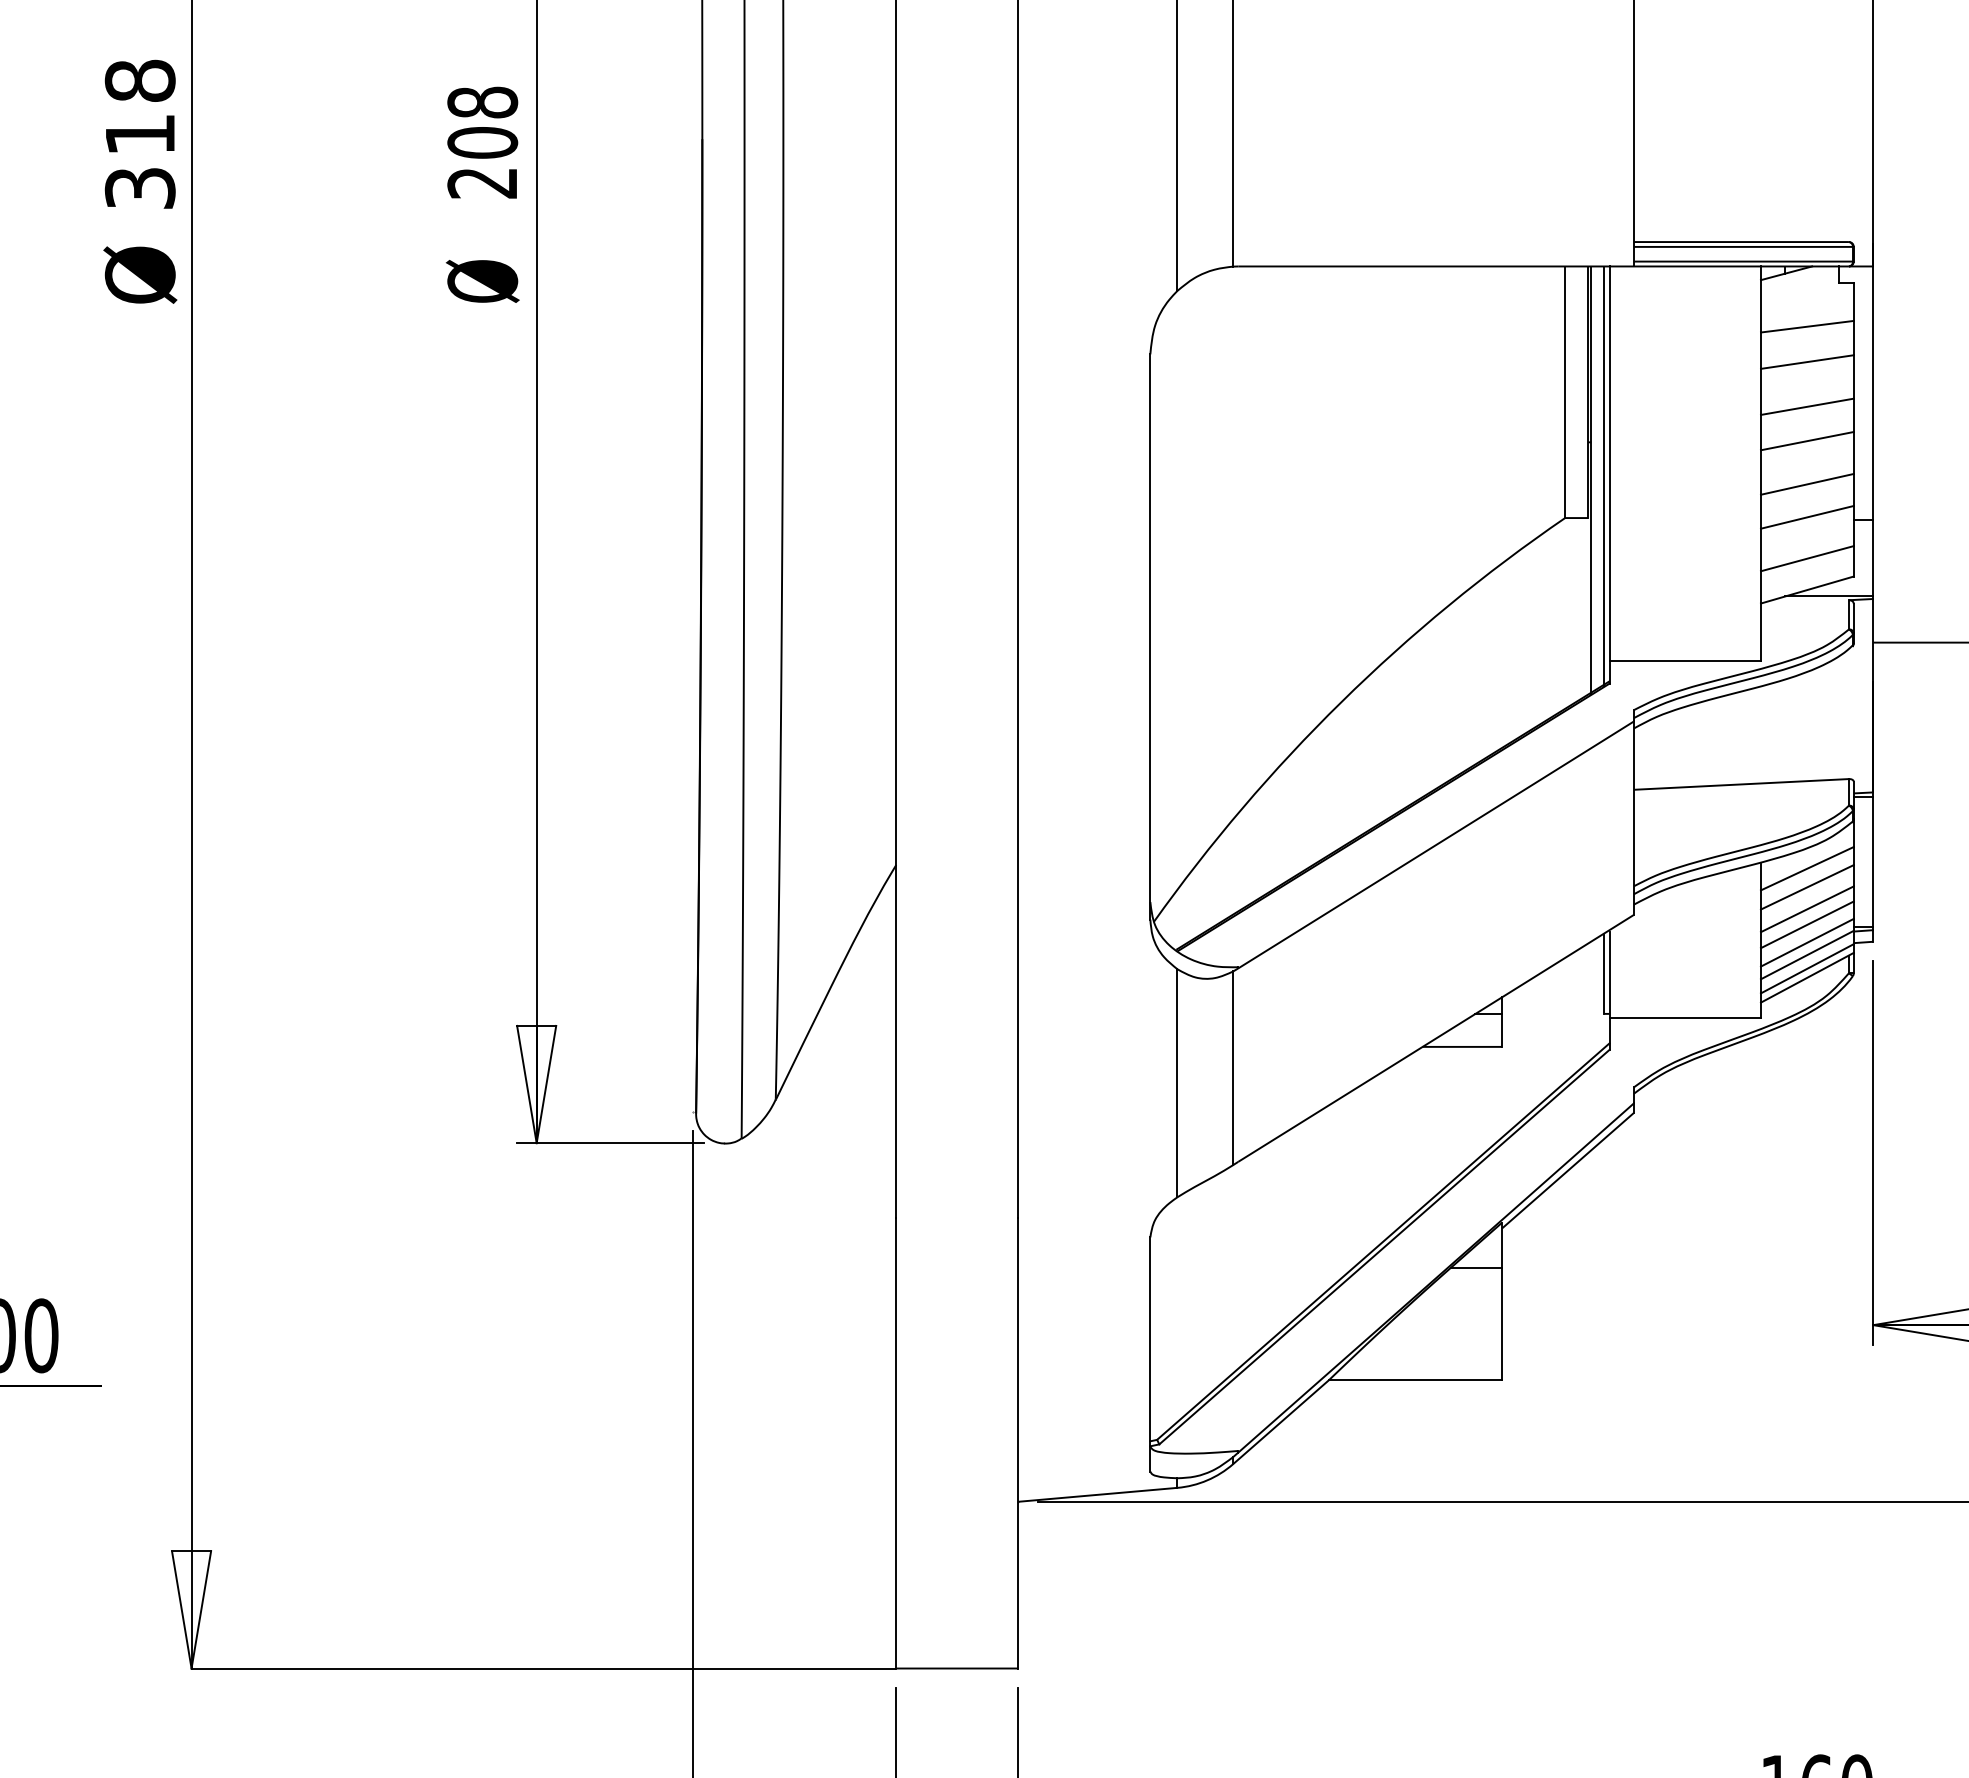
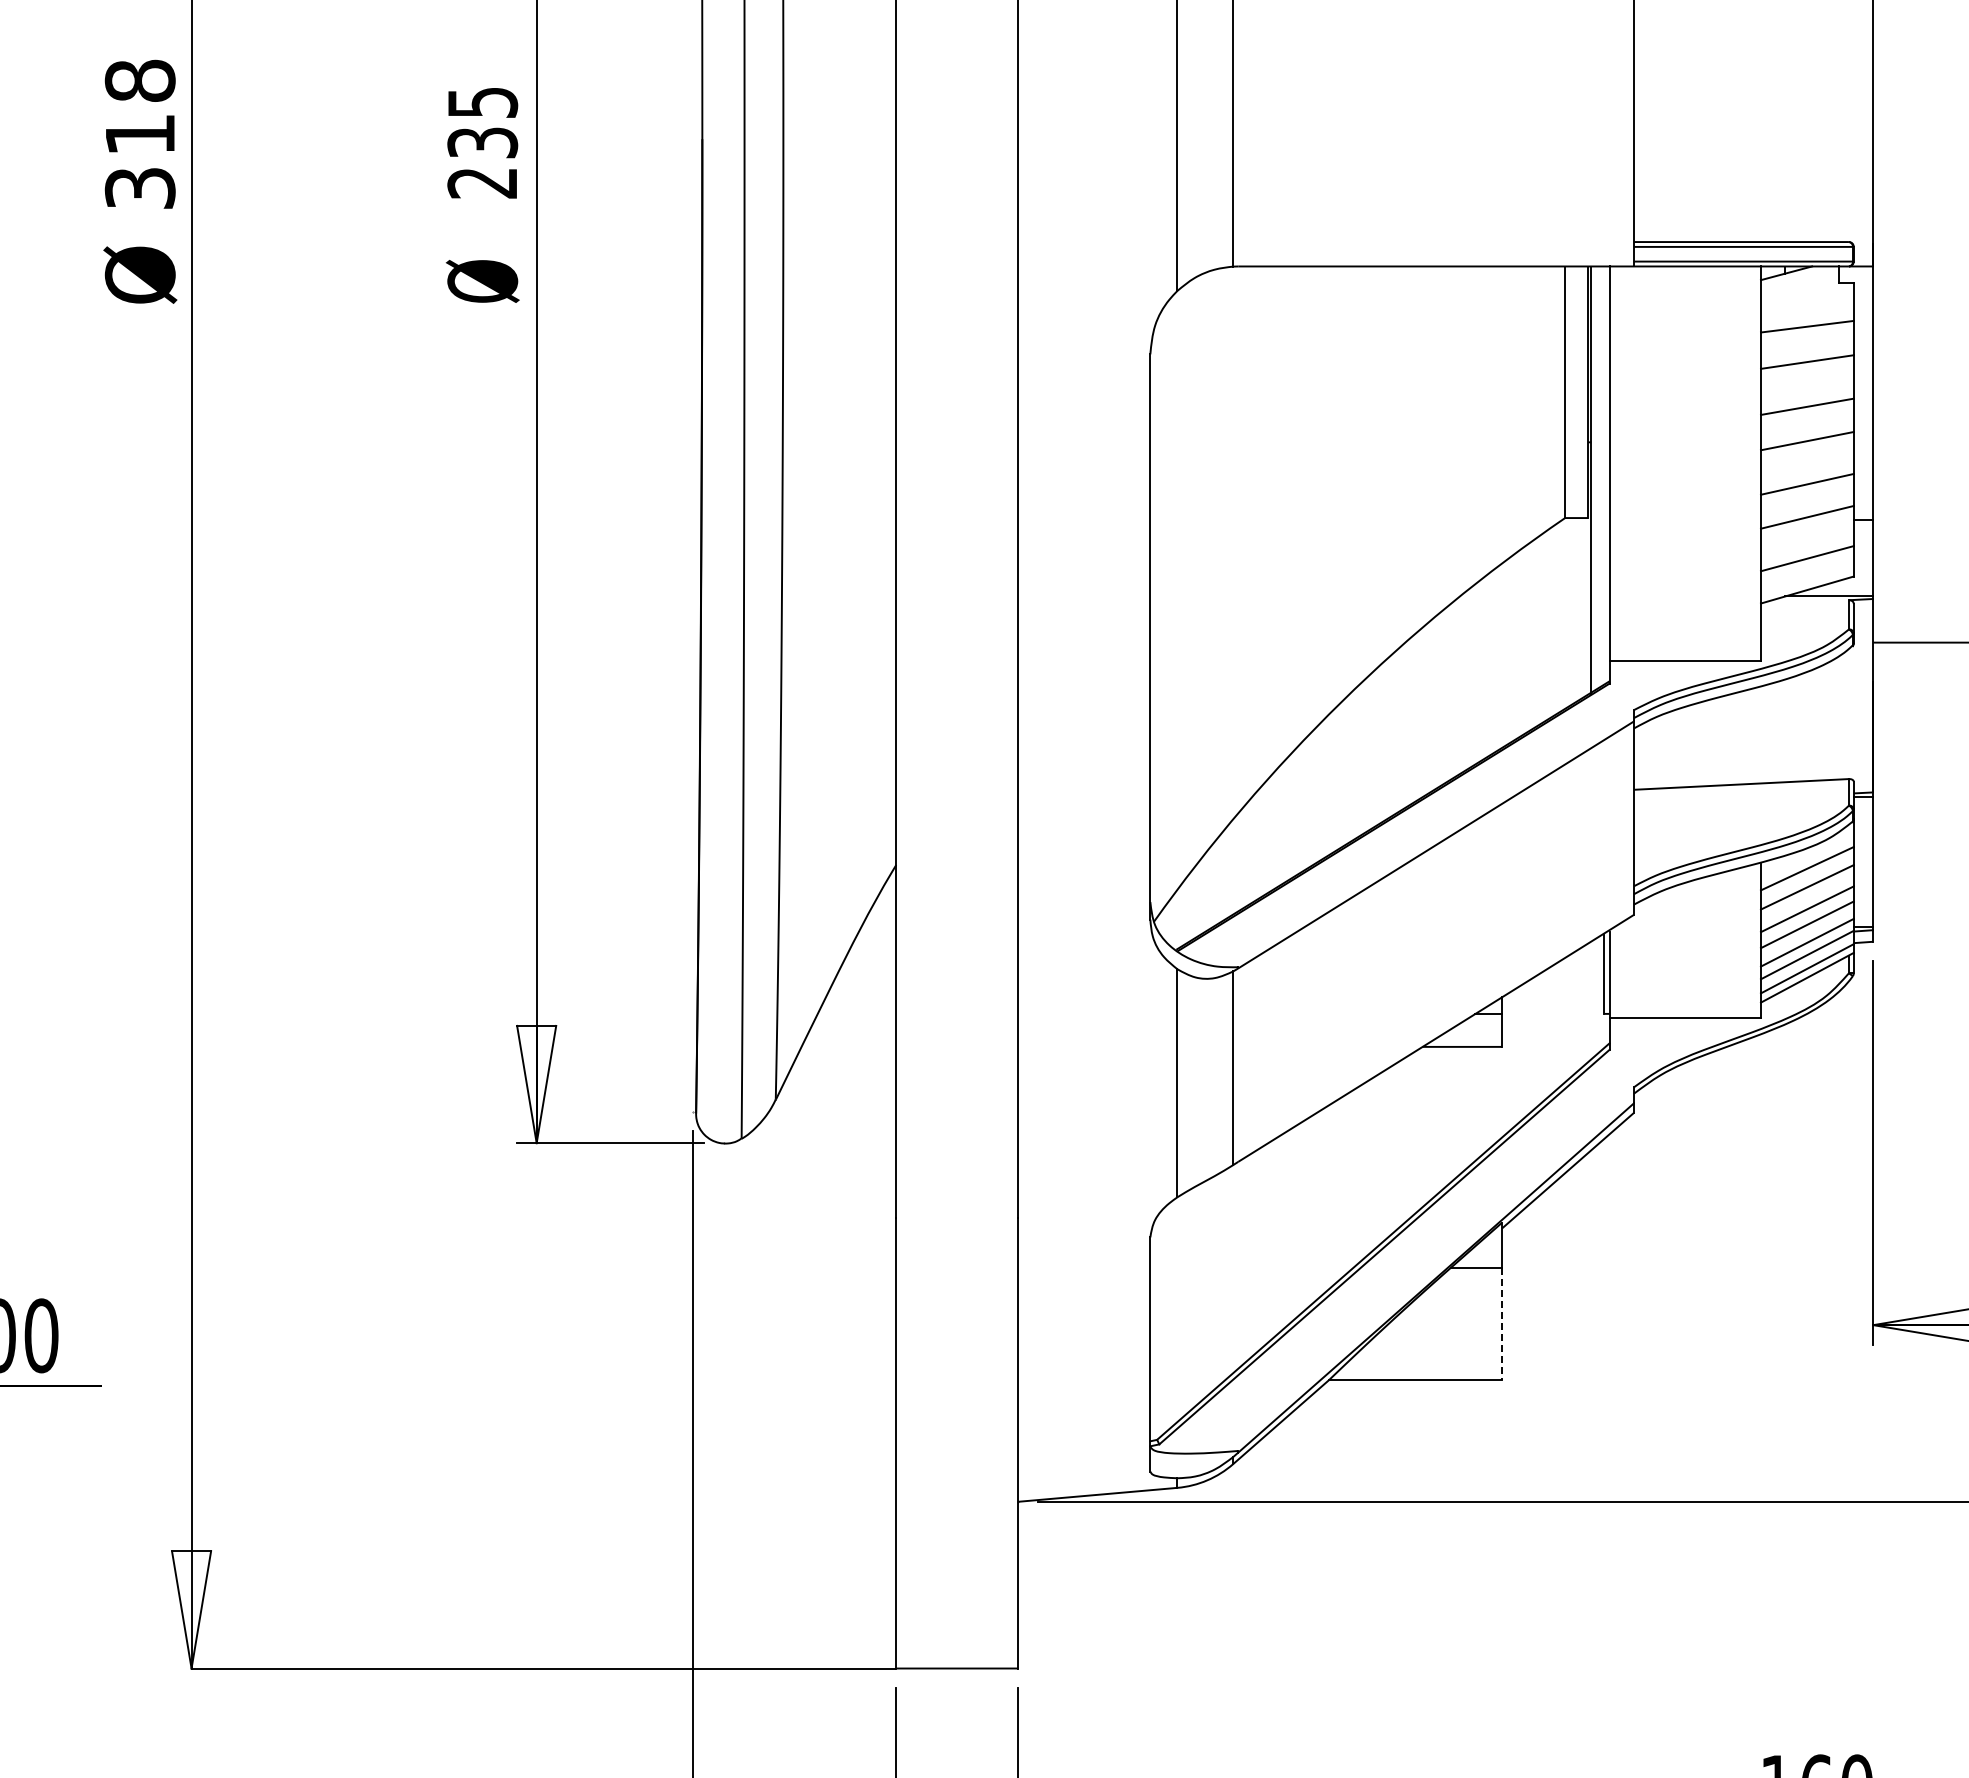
text at (482, 122): 208 -> 235
line at (1604, 475): present -> none
line at (1502, 1324): solid -> dashed
